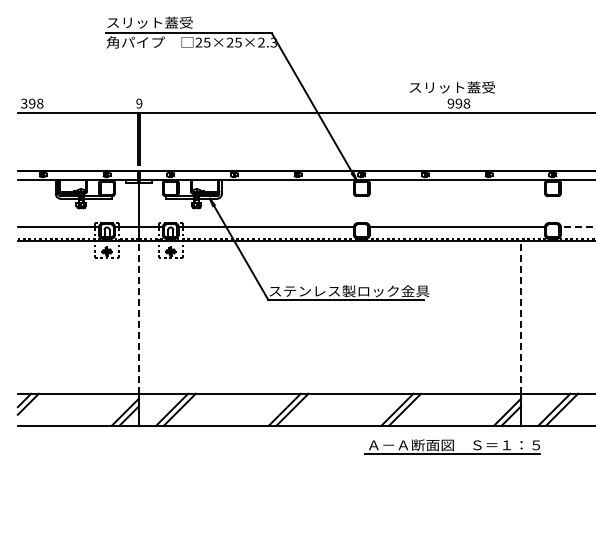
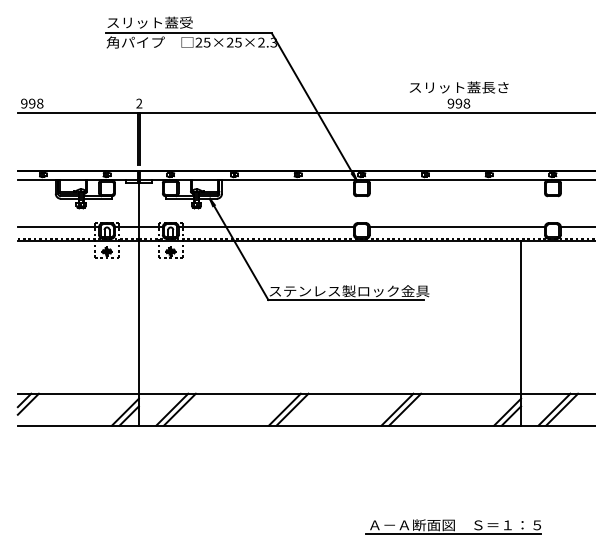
text at (495, 87): スリット蓋受 -> スリット蓋長さ
text at (24, 103): 398 -> 998
text at (139, 103): 9 -> 2
line at (577, 226): dashed -> solid
line at (138, 316): dashed -> solid
line at (521, 316): dashed -> solid
part at (452, 446) position: (452, 446) -> (453, 526)
